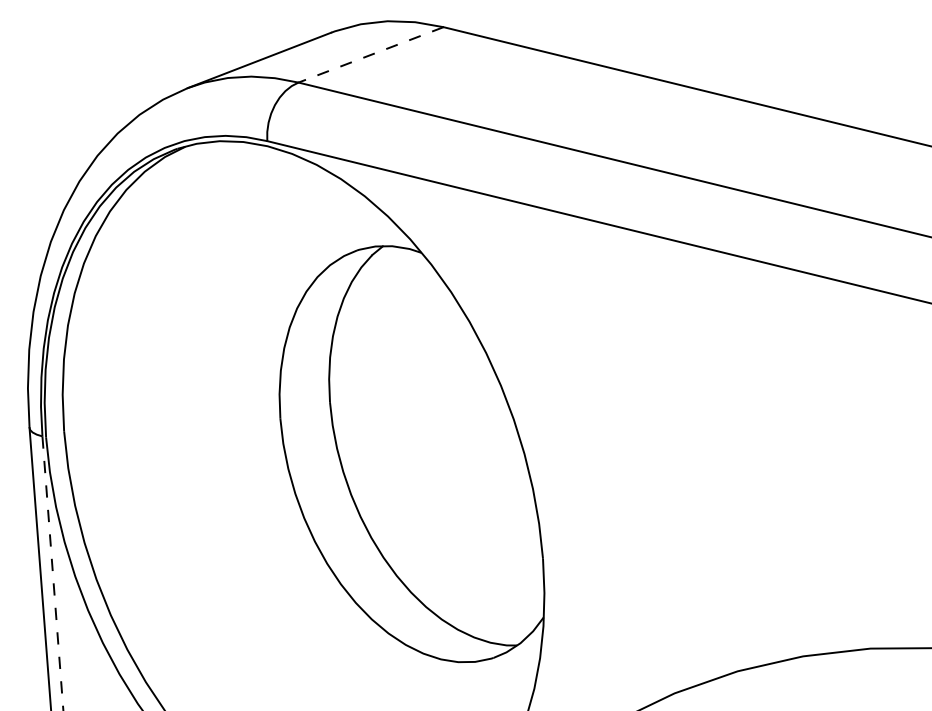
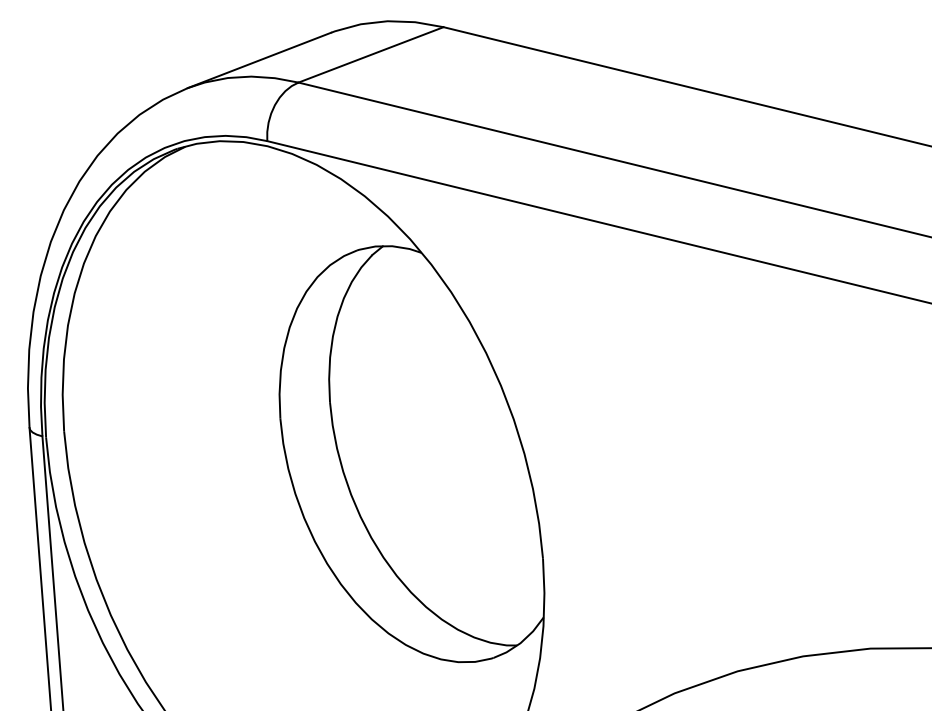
line at (371, 54): dashed -> solid
line at (52, 573): dashed -> solid
